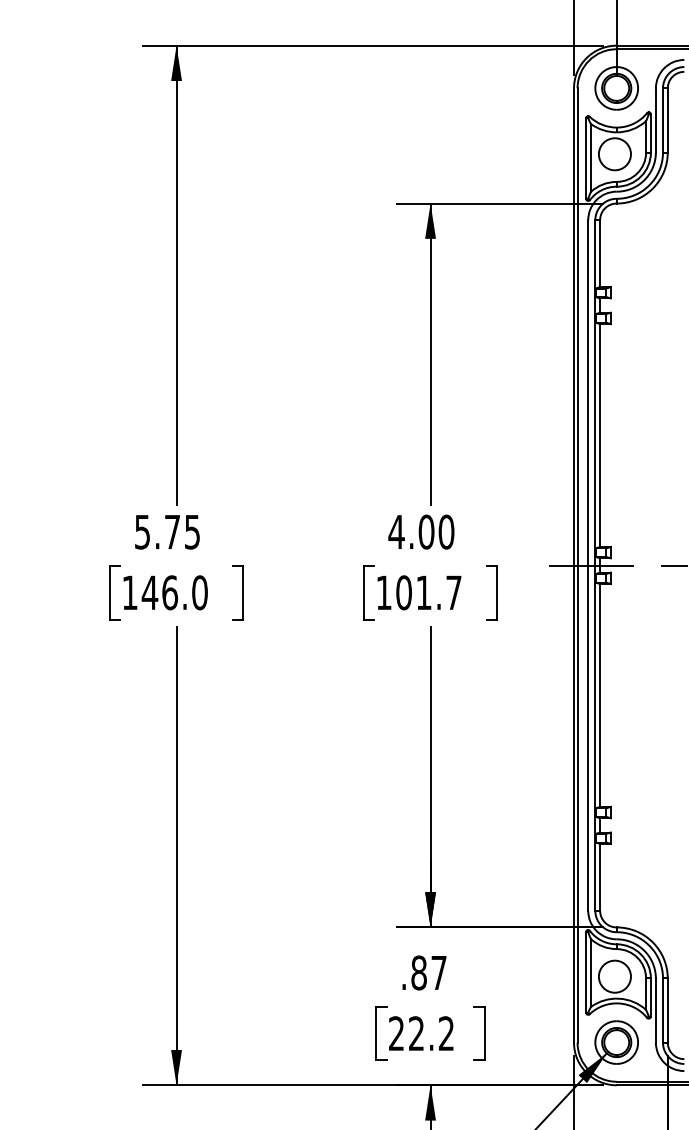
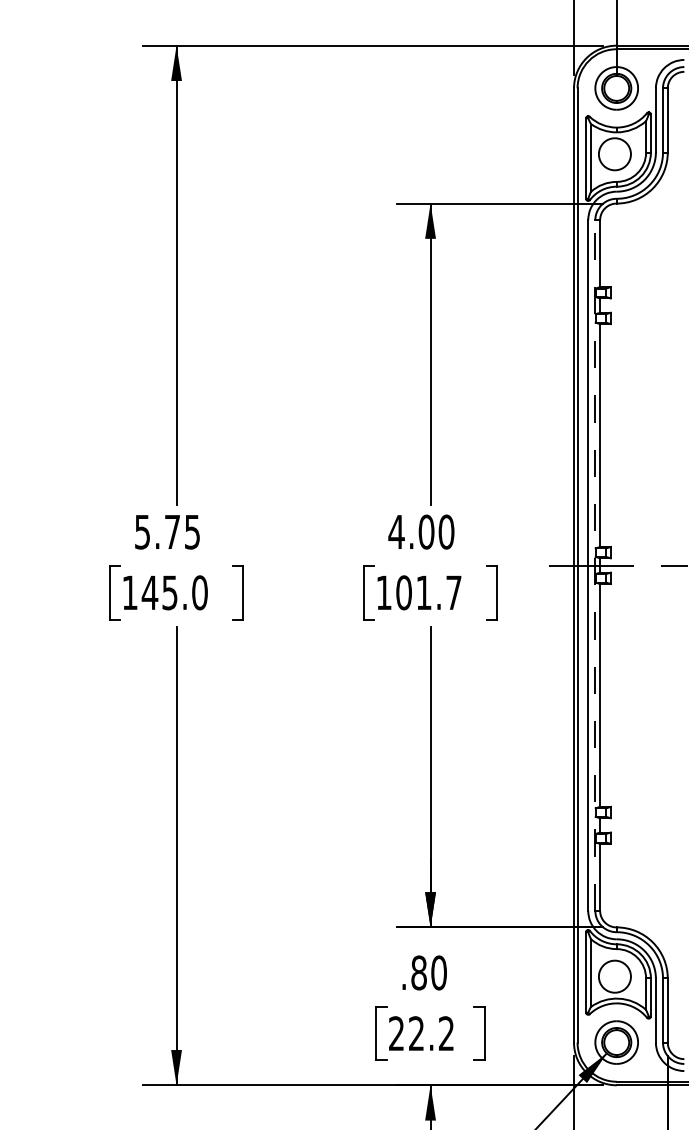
line at (595, 565): solid -> dashed
text at (170, 592): 146.0 -> 145.0
text at (438, 972): .87 -> .80
